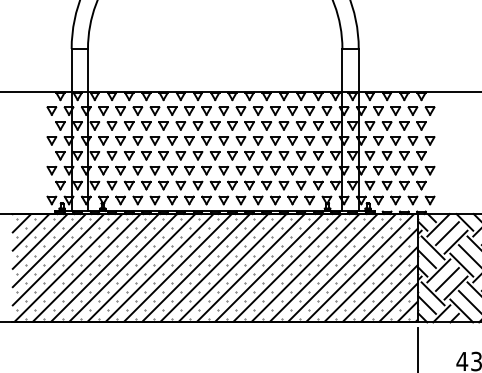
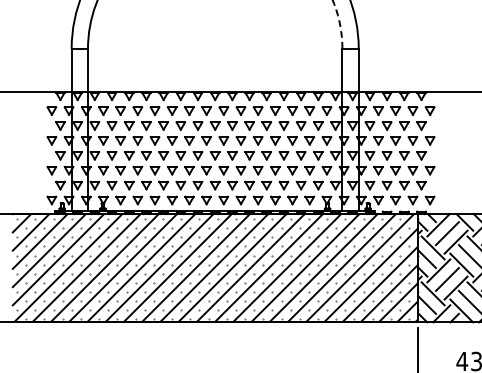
arc at (339, 23): solid -> dashed
